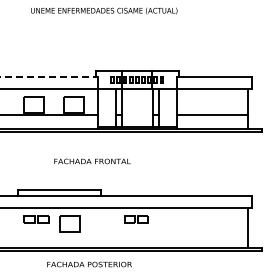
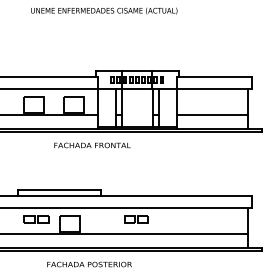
line at (49, 76): dashed -> solid
text at (92, 161) position: (92, 161) -> (92, 145)
line at (125, 234): none -> present
